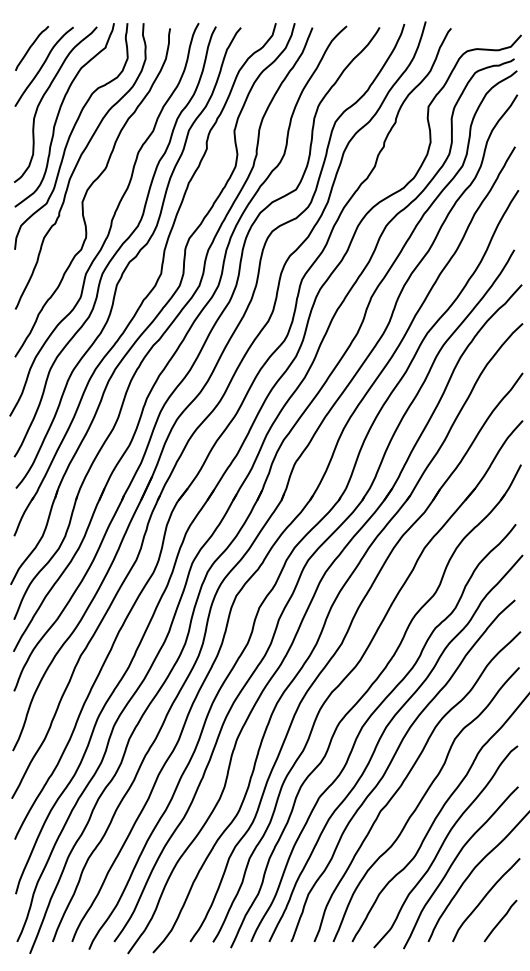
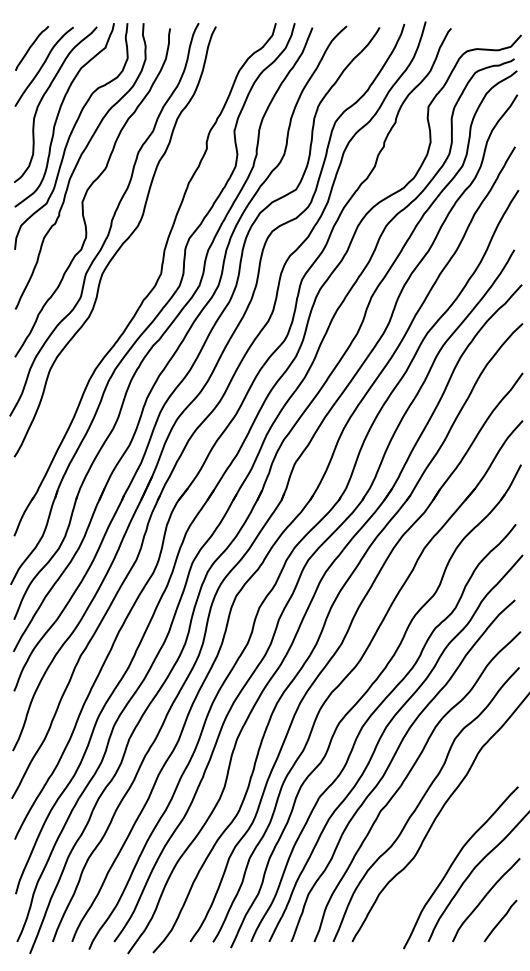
curve at (129, 260): present -> none
curve at (443, 844): present -> none
